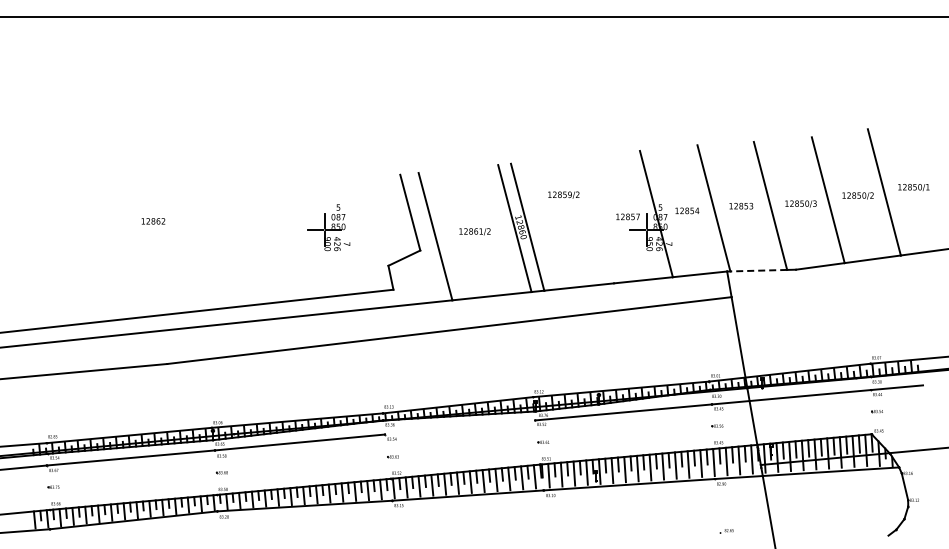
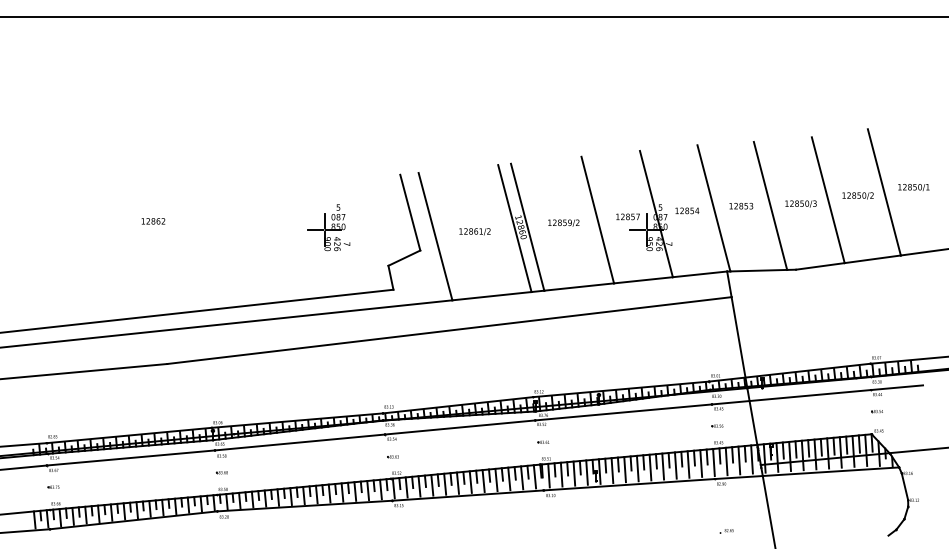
text at (563, 194) position: (563, 194) -> (563, 222)
line at (597, 219): none -> present
line at (758, 270): dashed -> solid
line at (460, 427): none -> present
